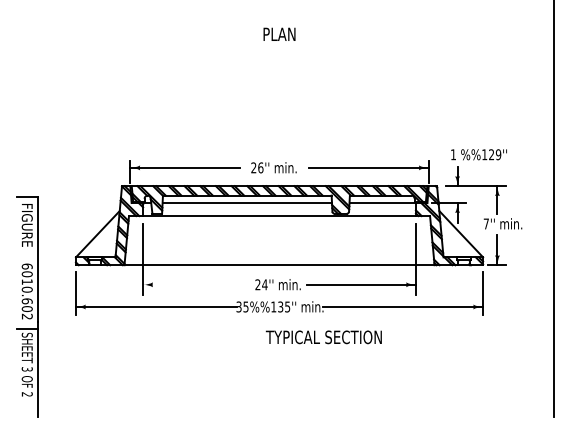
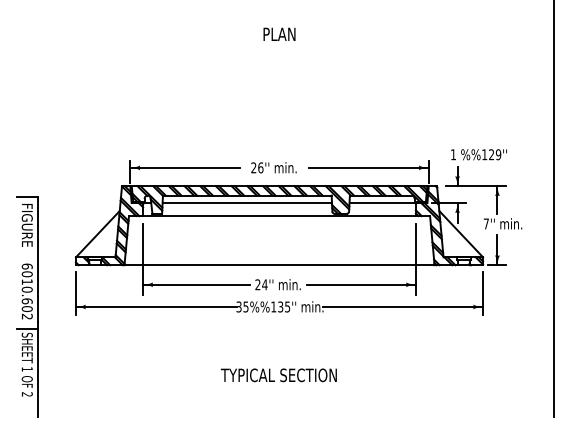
line at (196, 284): none -> present
text at (323, 337) position: (323, 337) -> (278, 375)
text at (26, 369): 3 -> 1
